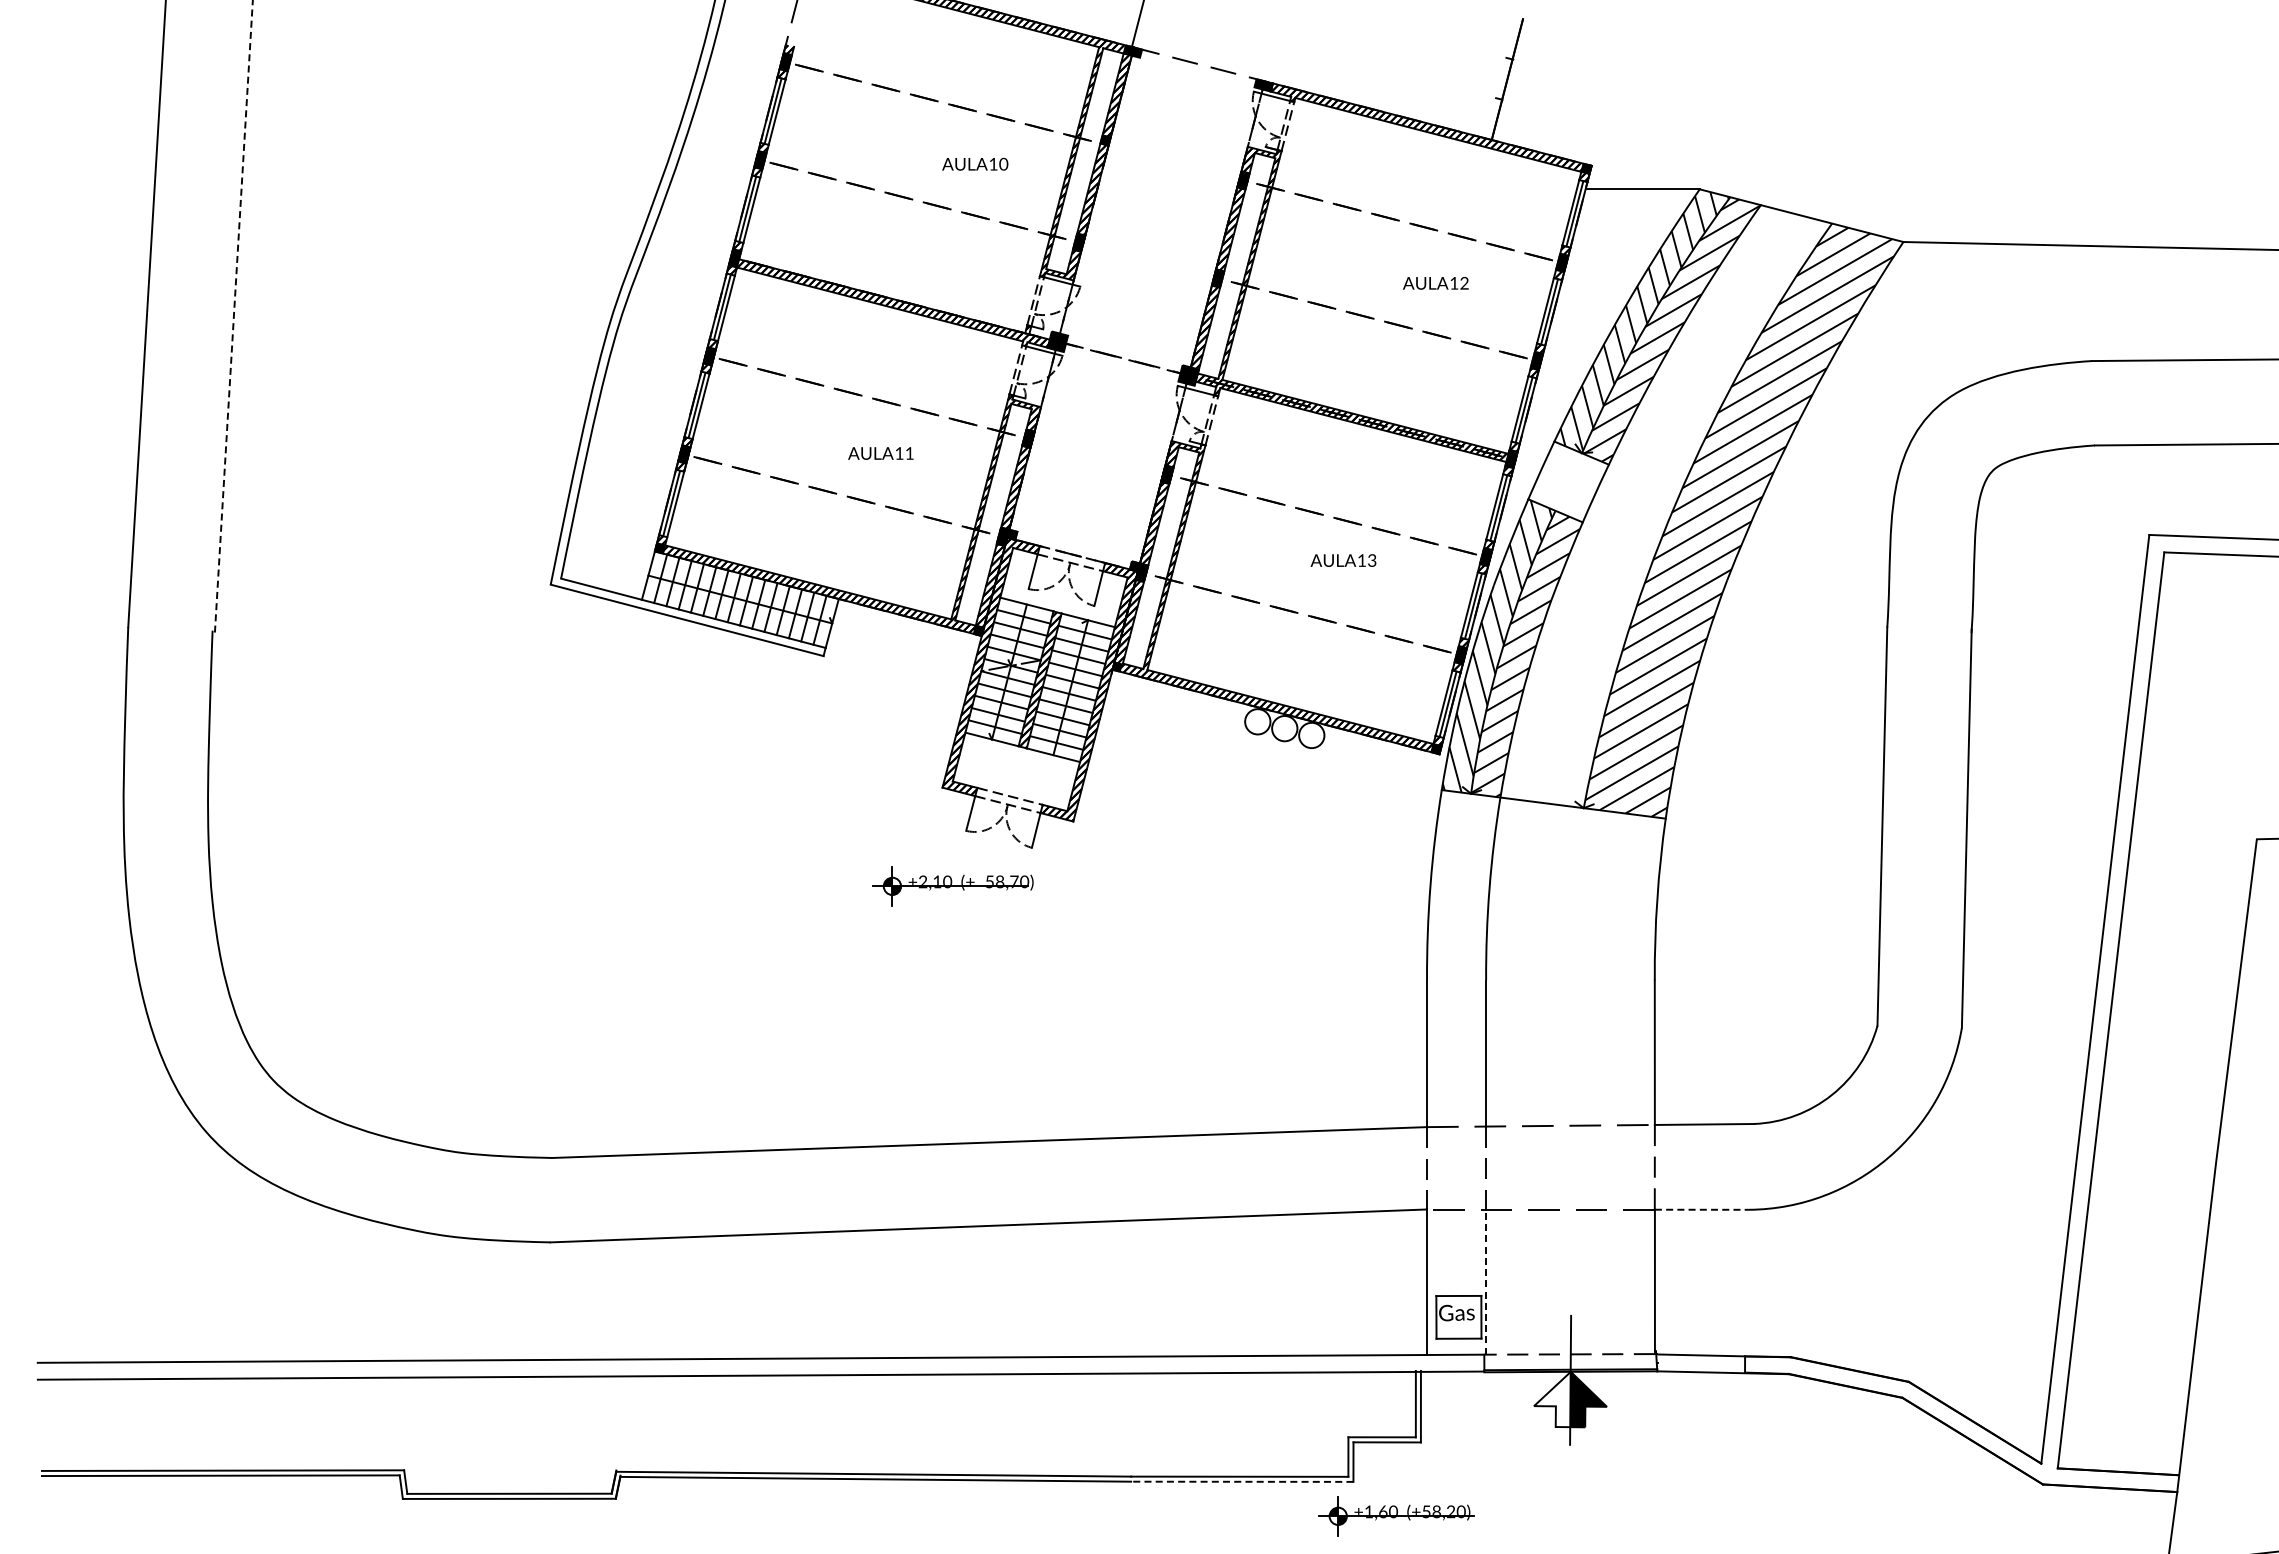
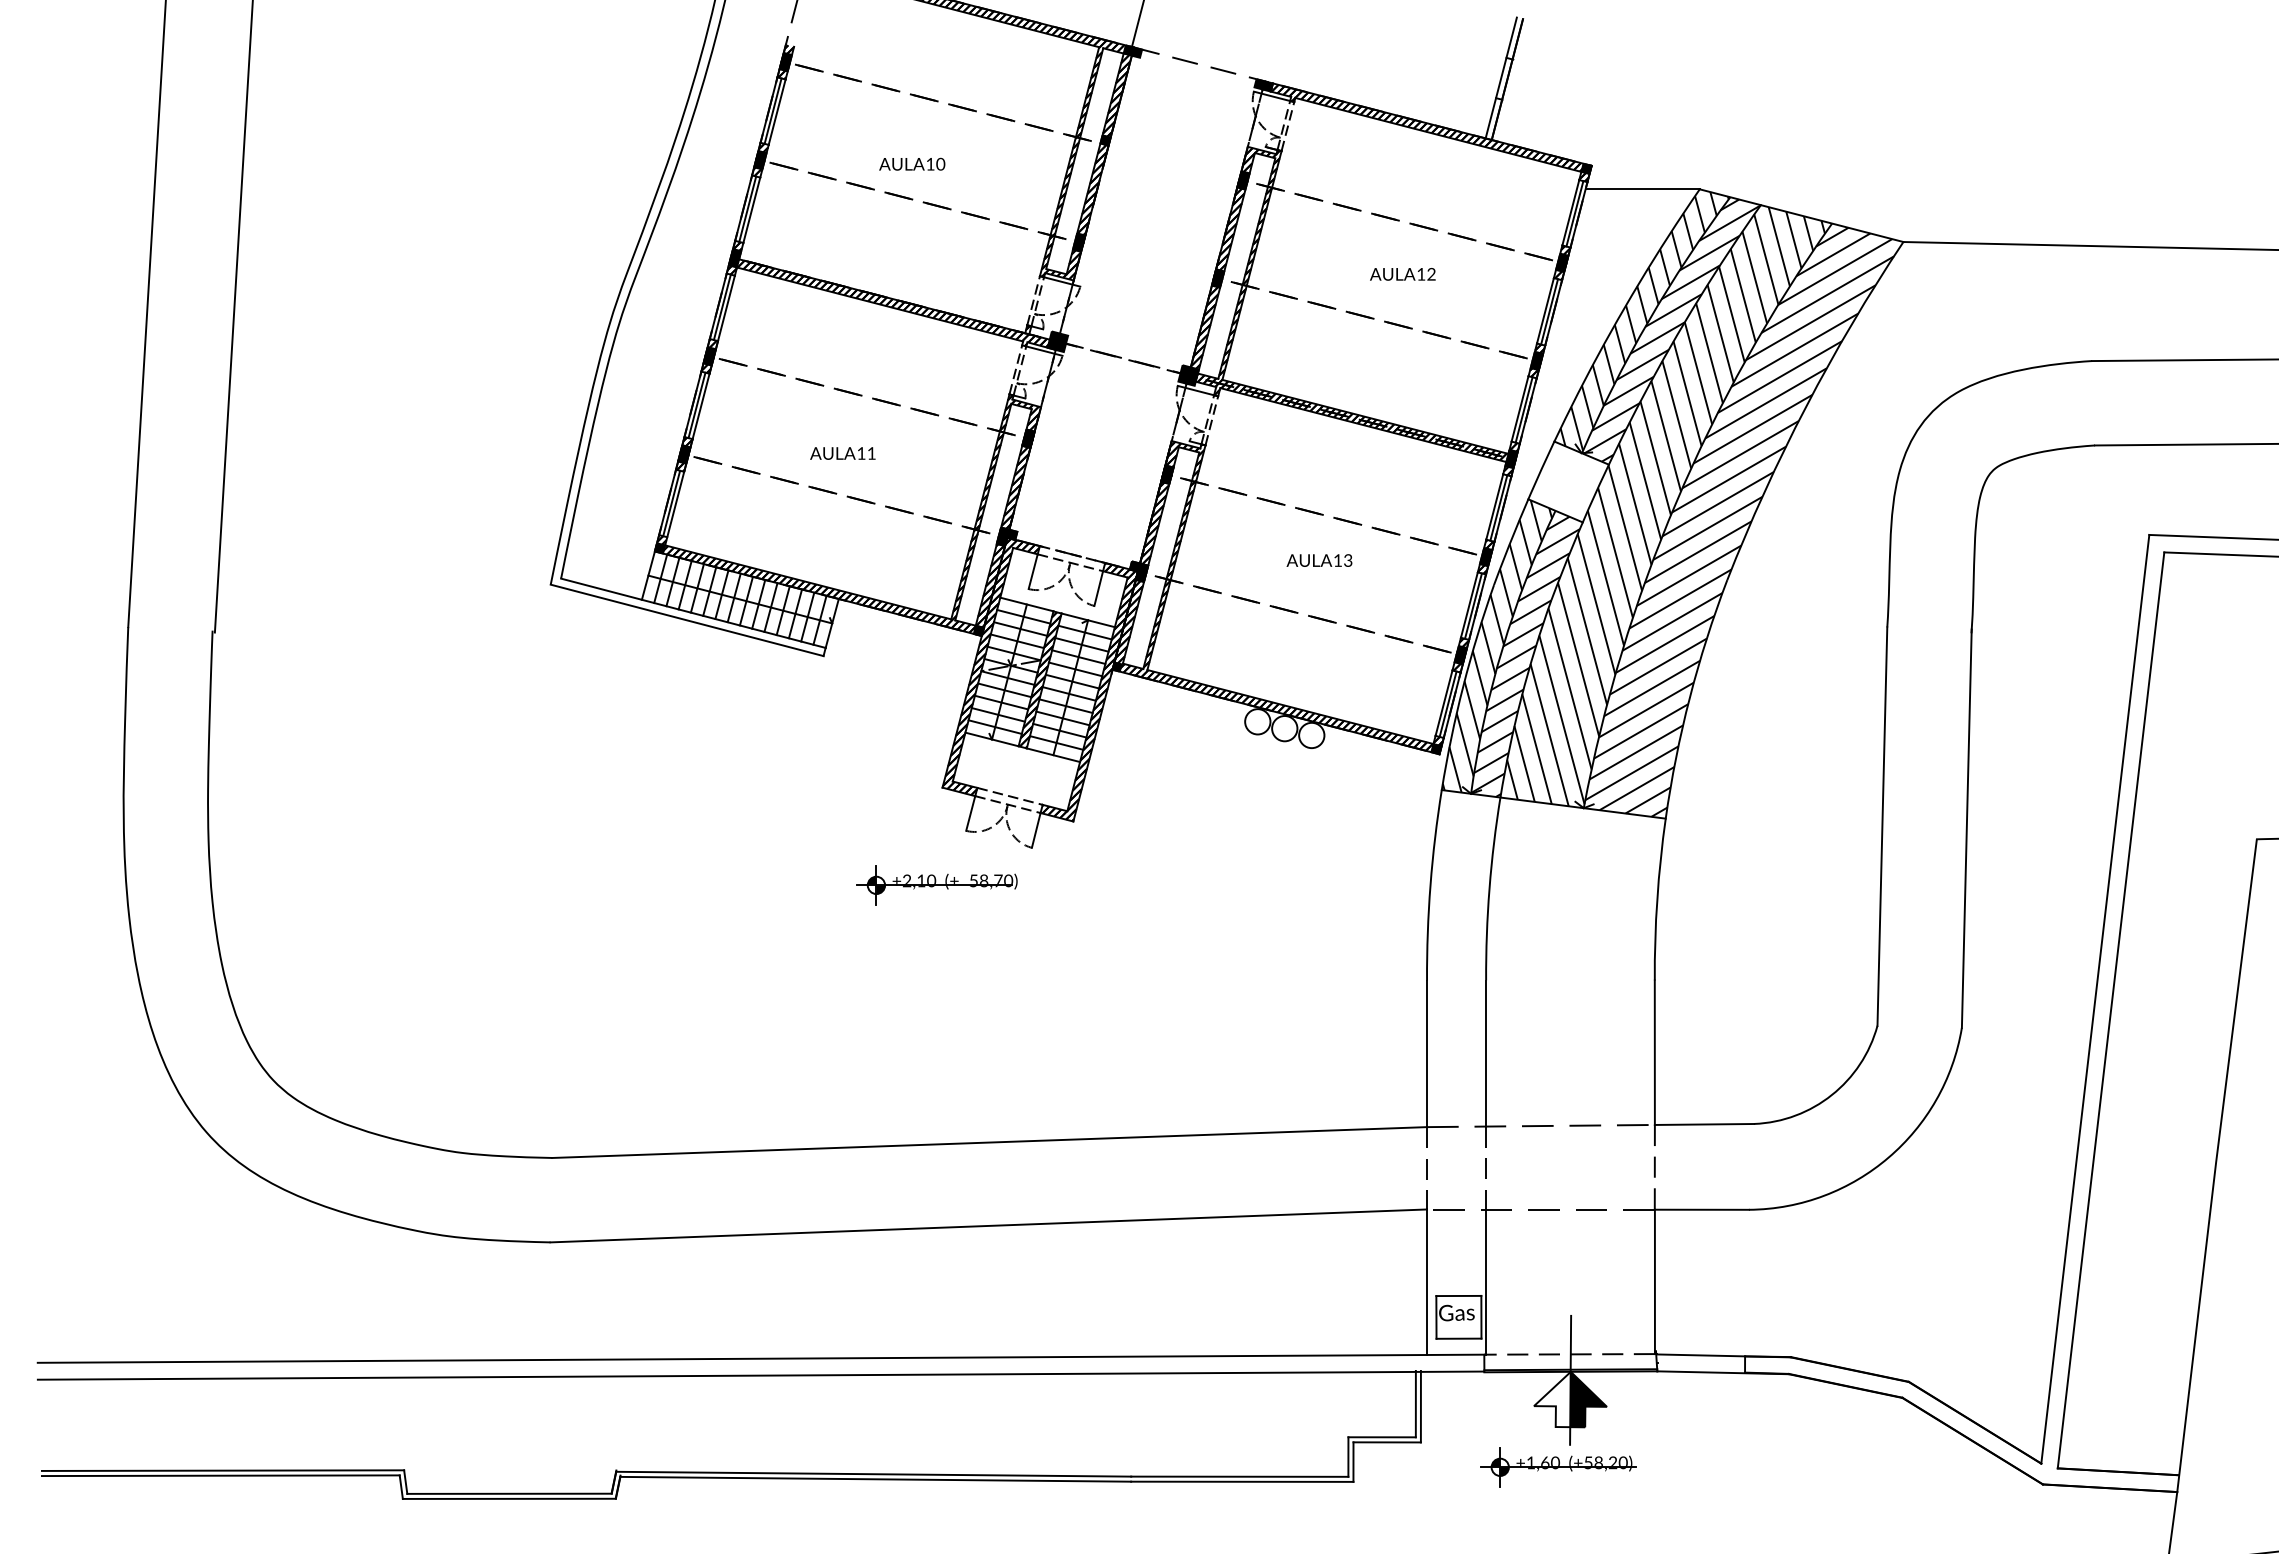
line at (1500, 77): none -> present
text at (975, 163) position: (975, 163) -> (912, 163)
text at (1435, 283) position: (1435, 283) -> (1402, 274)
line at (233, 316): dashed -> solid
text at (880, 453) position: (880, 453) -> (842, 453)
hatch at (1662, 506): none -> present
text at (1343, 560) position: (1343, 560) -> (1319, 560)
part at (952, 886) position: (952, 886) -> (936, 885)
line at (1702, 1209): dashed -> solid
line at (1486, 1282): dashed -> solid
line at (1241, 1481): dashed -> solid
part at (1396, 1516) position: (1396, 1516) -> (1558, 1467)
